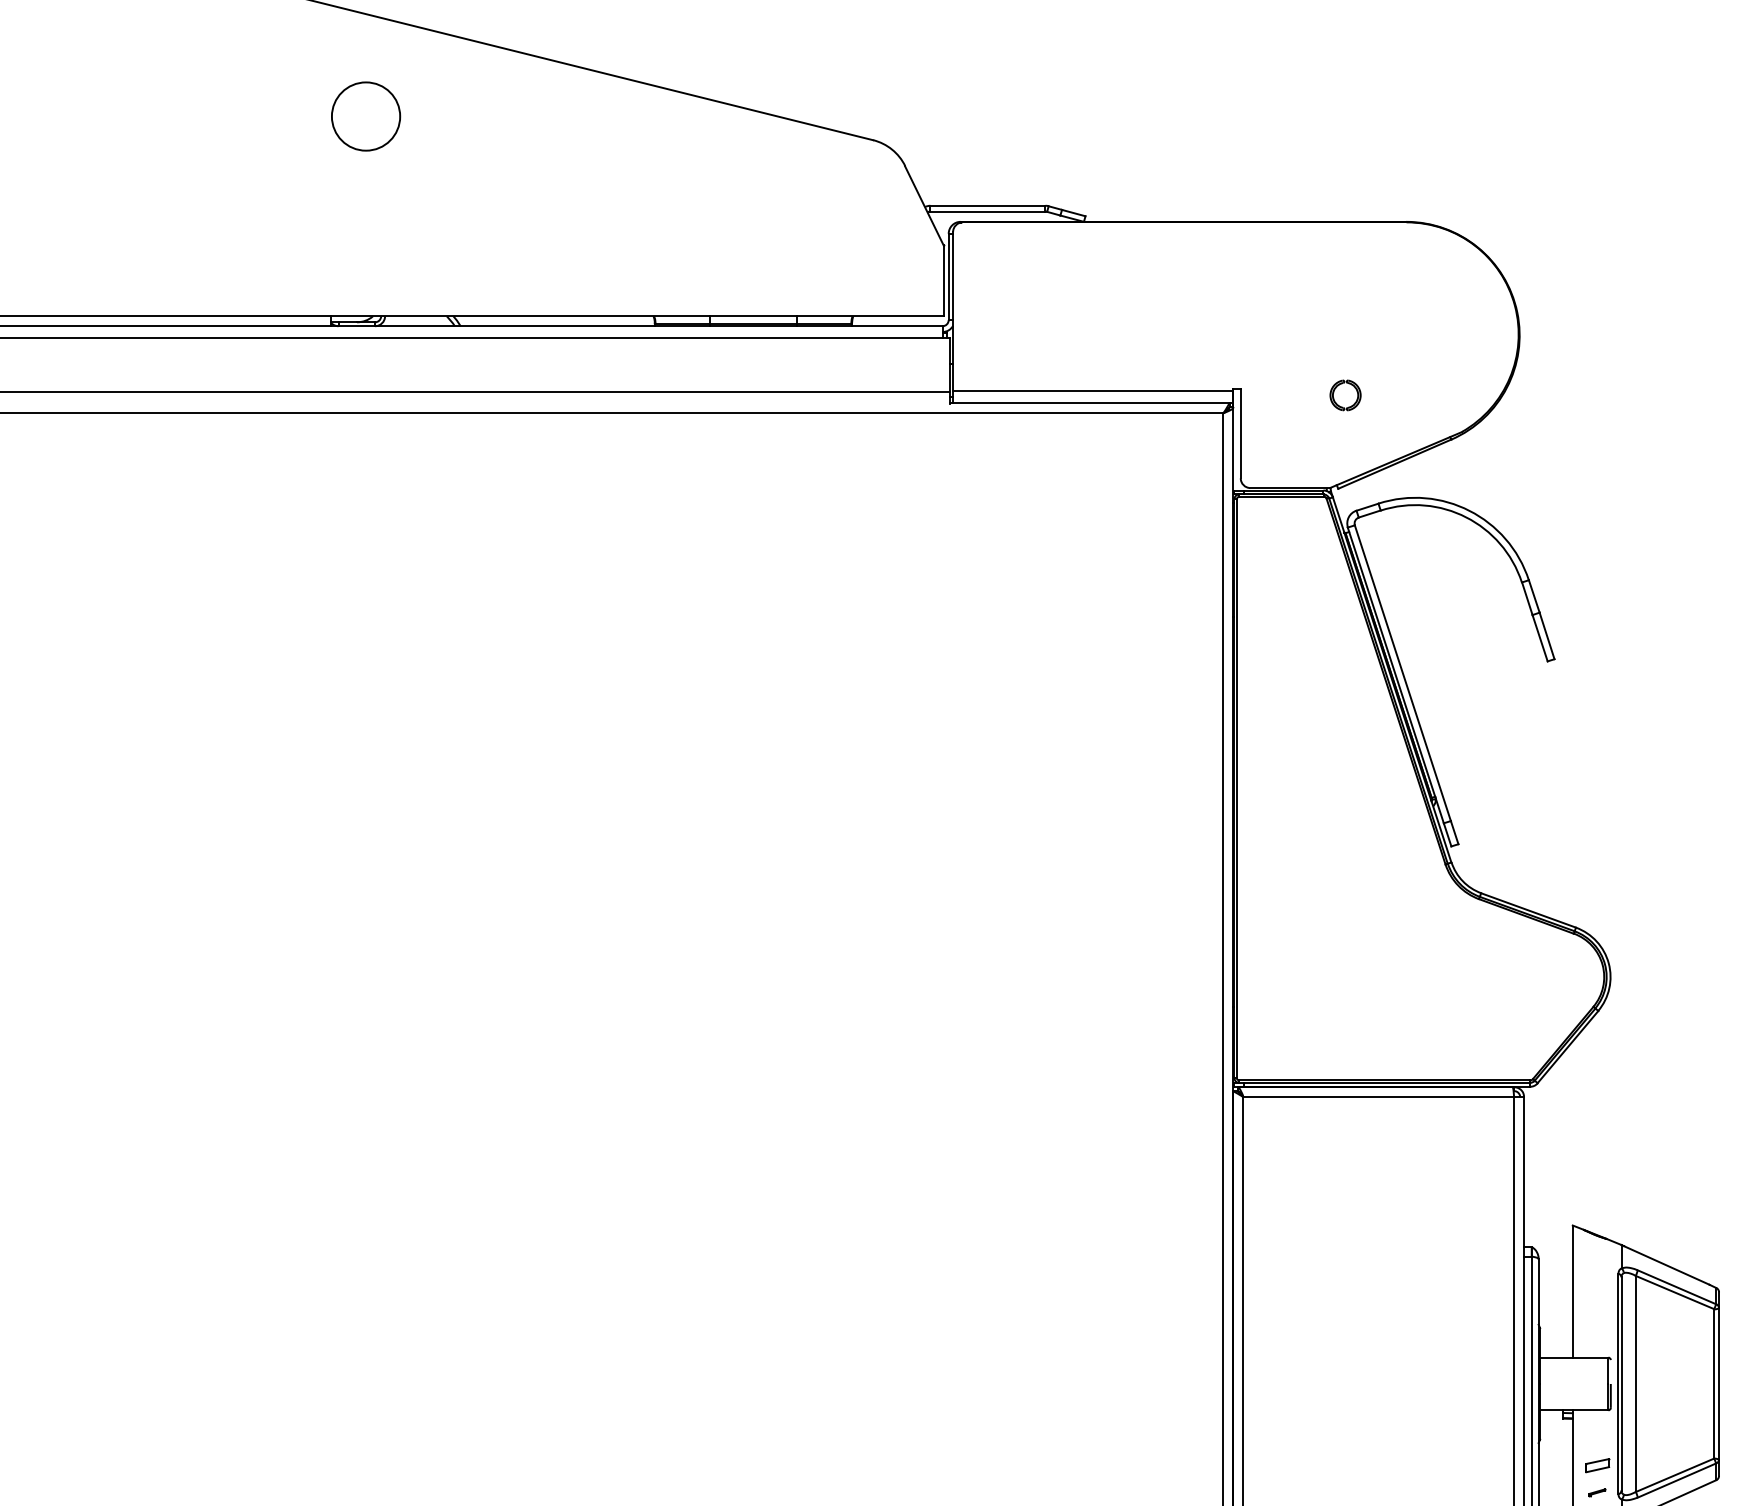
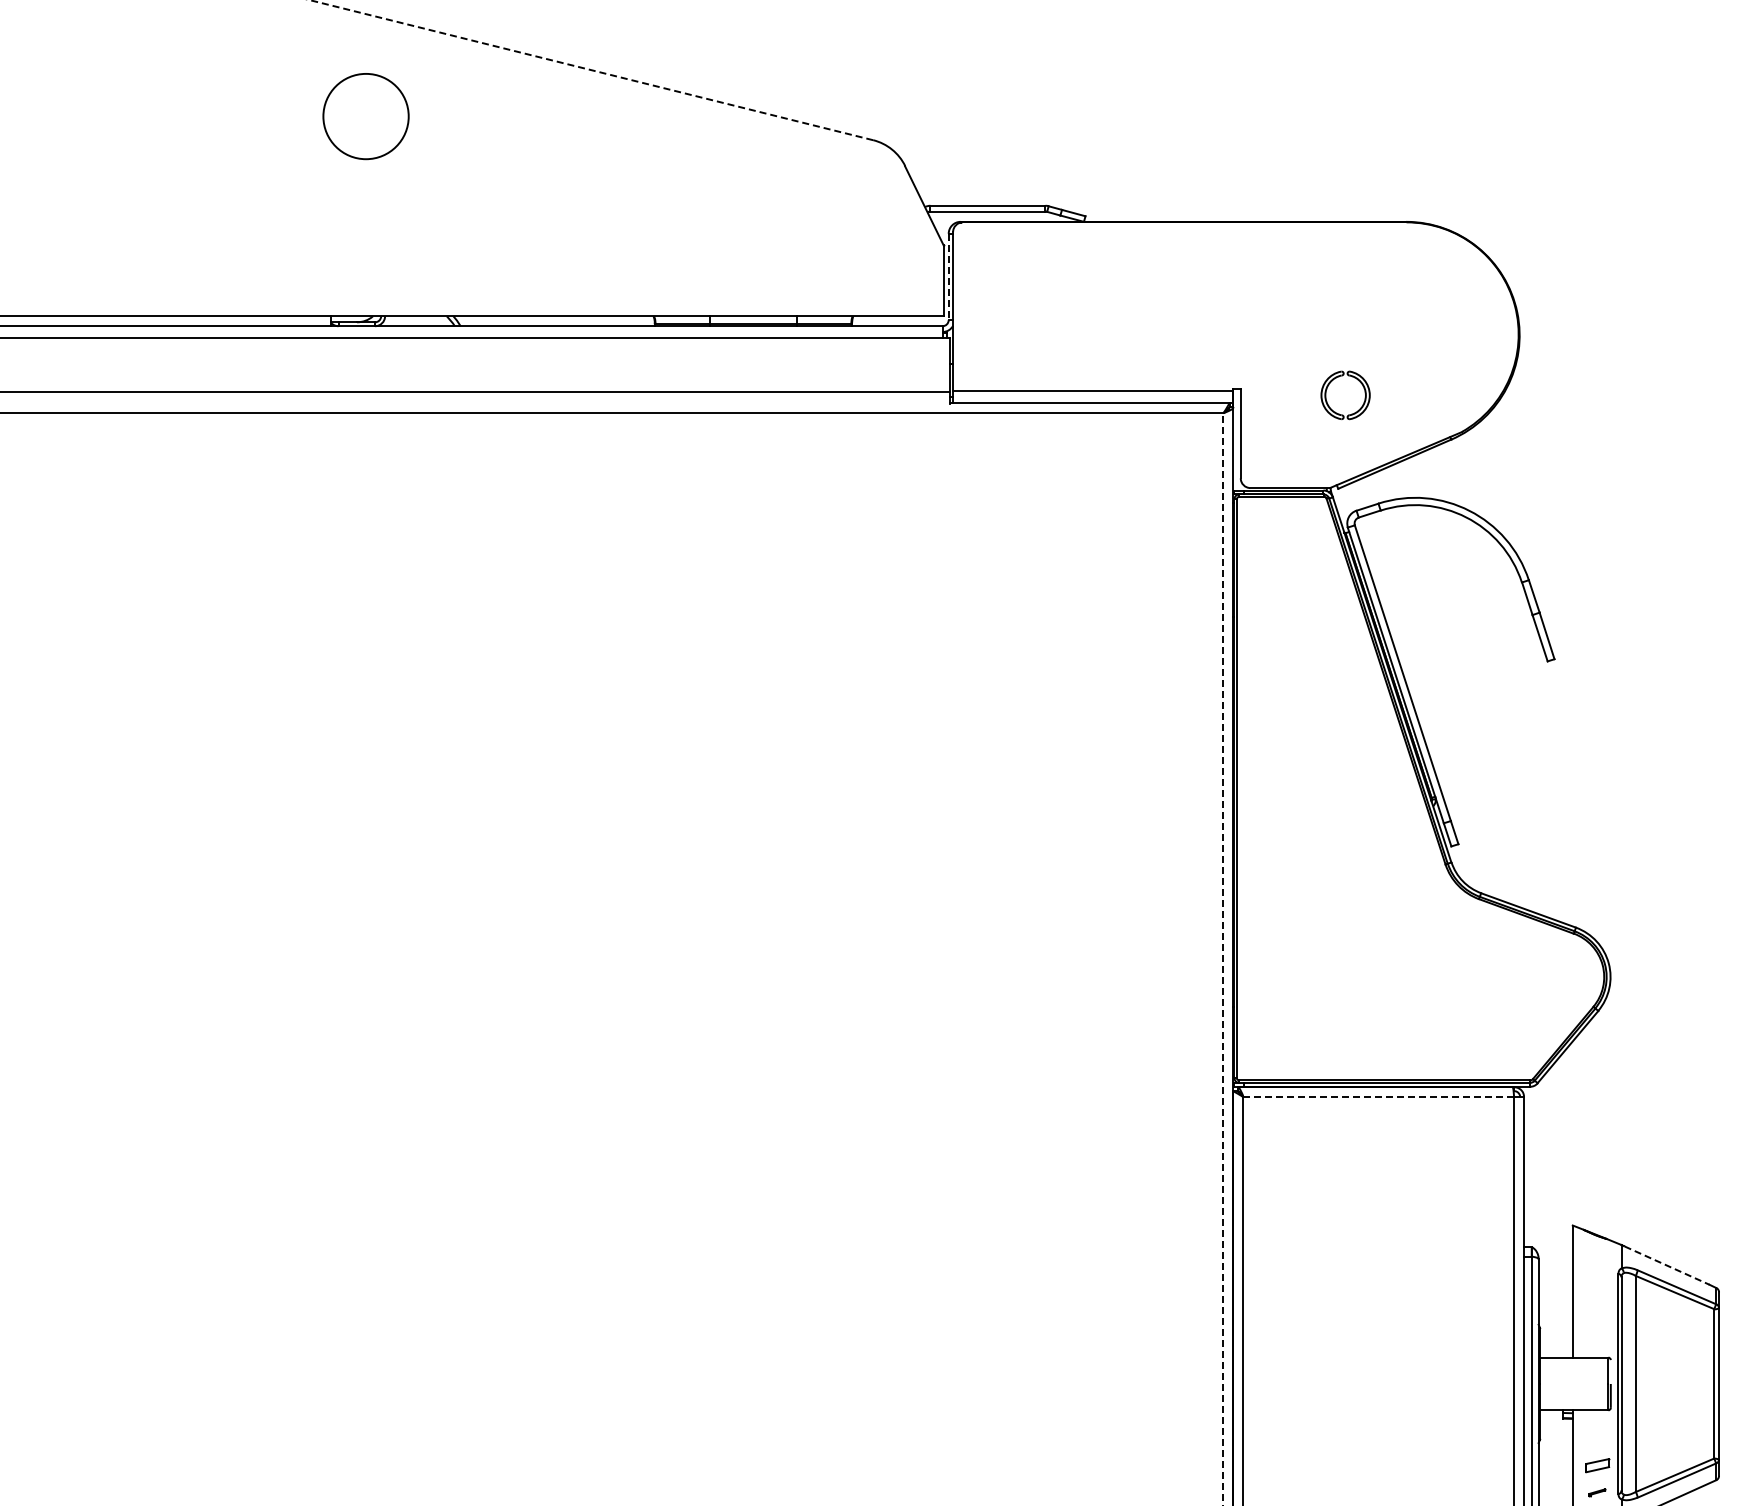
line at (590, 70): solid -> dashed
circle at (365, 116) diameter: 68 px -> 85 px
line at (948, 277): solid -> dashed
part at (1345, 395) size: 33x33 px -> 51x51 px
line at (1223, 959): solid -> dashed
line at (1378, 1097): solid -> dashed
line at (1667, 1265): solid -> dashed
